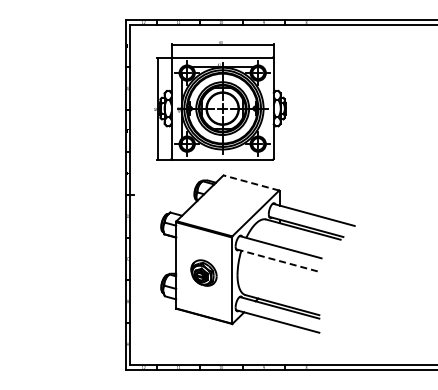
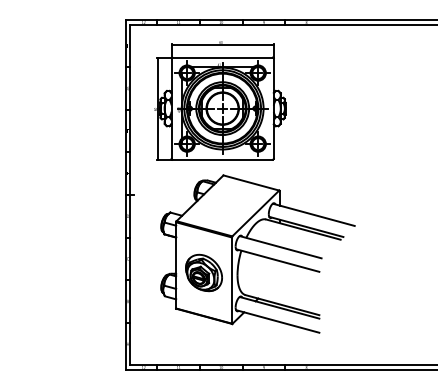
line at (251, 183): dashed -> solid
line at (278, 260): dashed -> solid
part at (203, 272) size: 28x28 px -> 38x40 px
